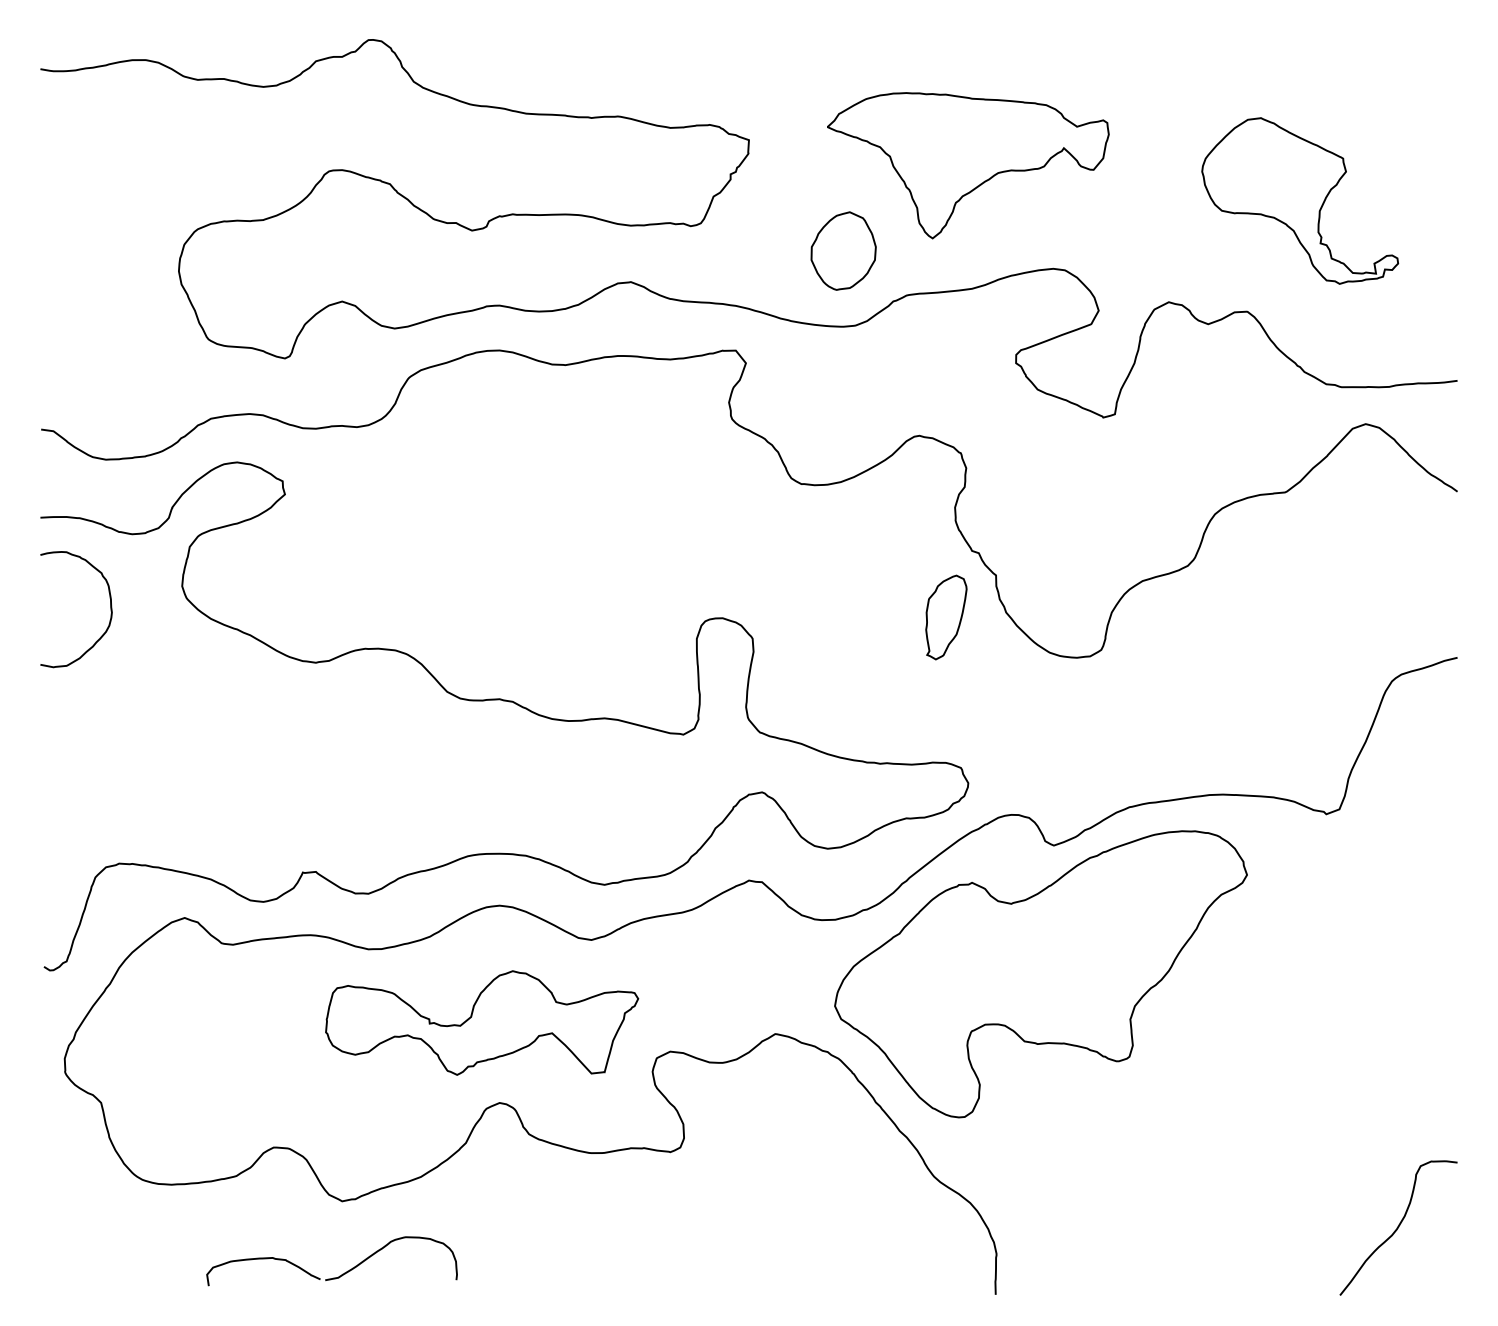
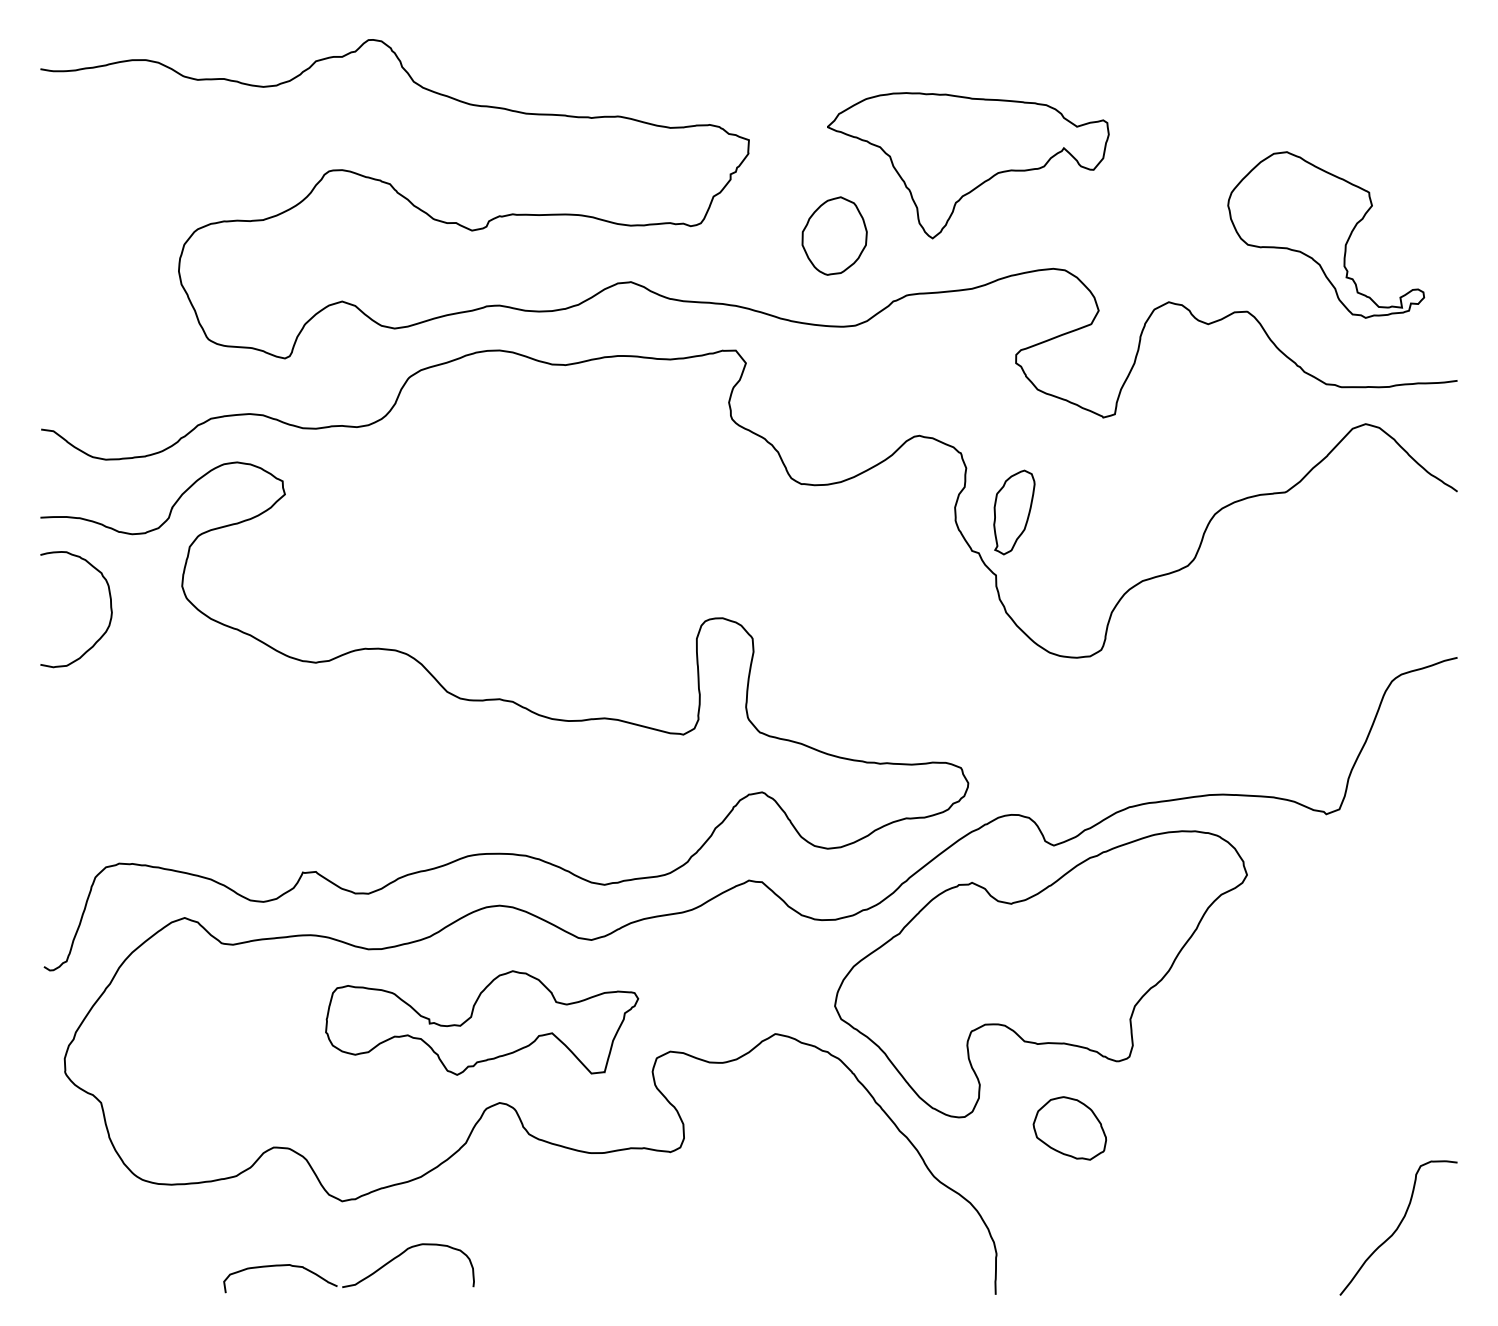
part at (1300, 200) position: (1300, 200) -> (1326, 234)
part at (843, 250) position: (843, 250) -> (834, 235)
part at (946, 617) position: (946, 617) -> (1014, 512)
part at (1069, 1128): none -> present
part at (339, 1275) position: (339, 1275) -> (356, 1282)
